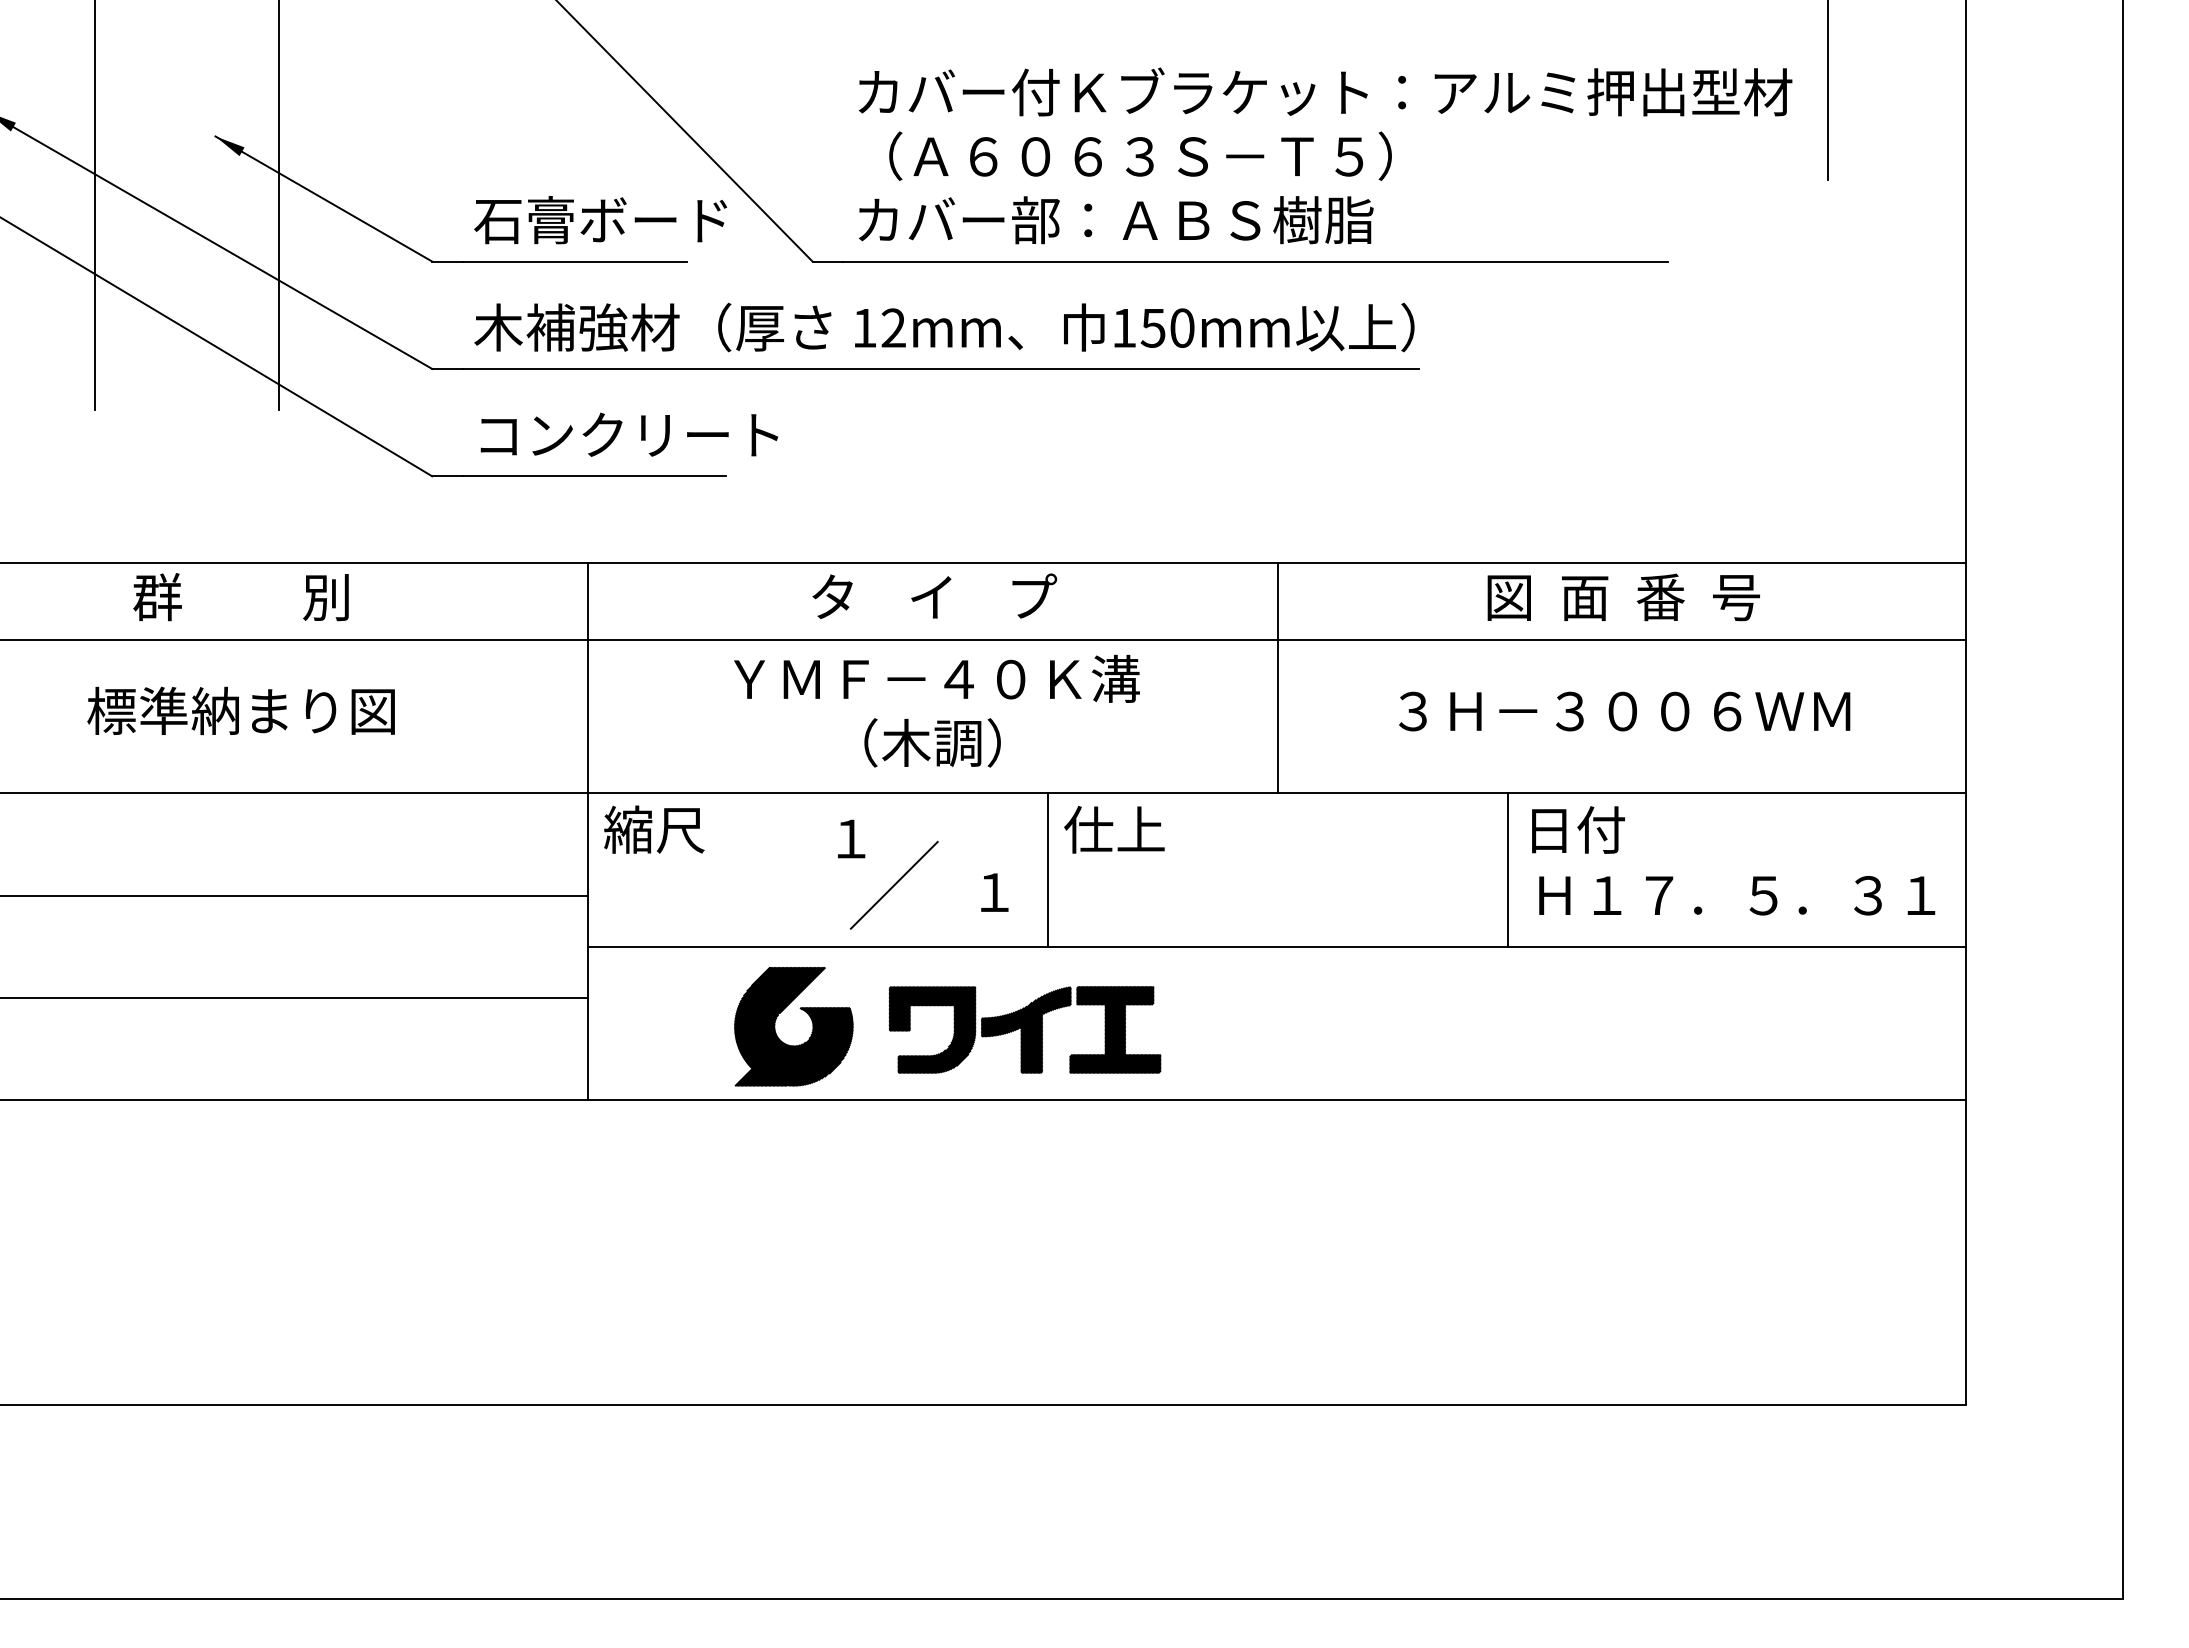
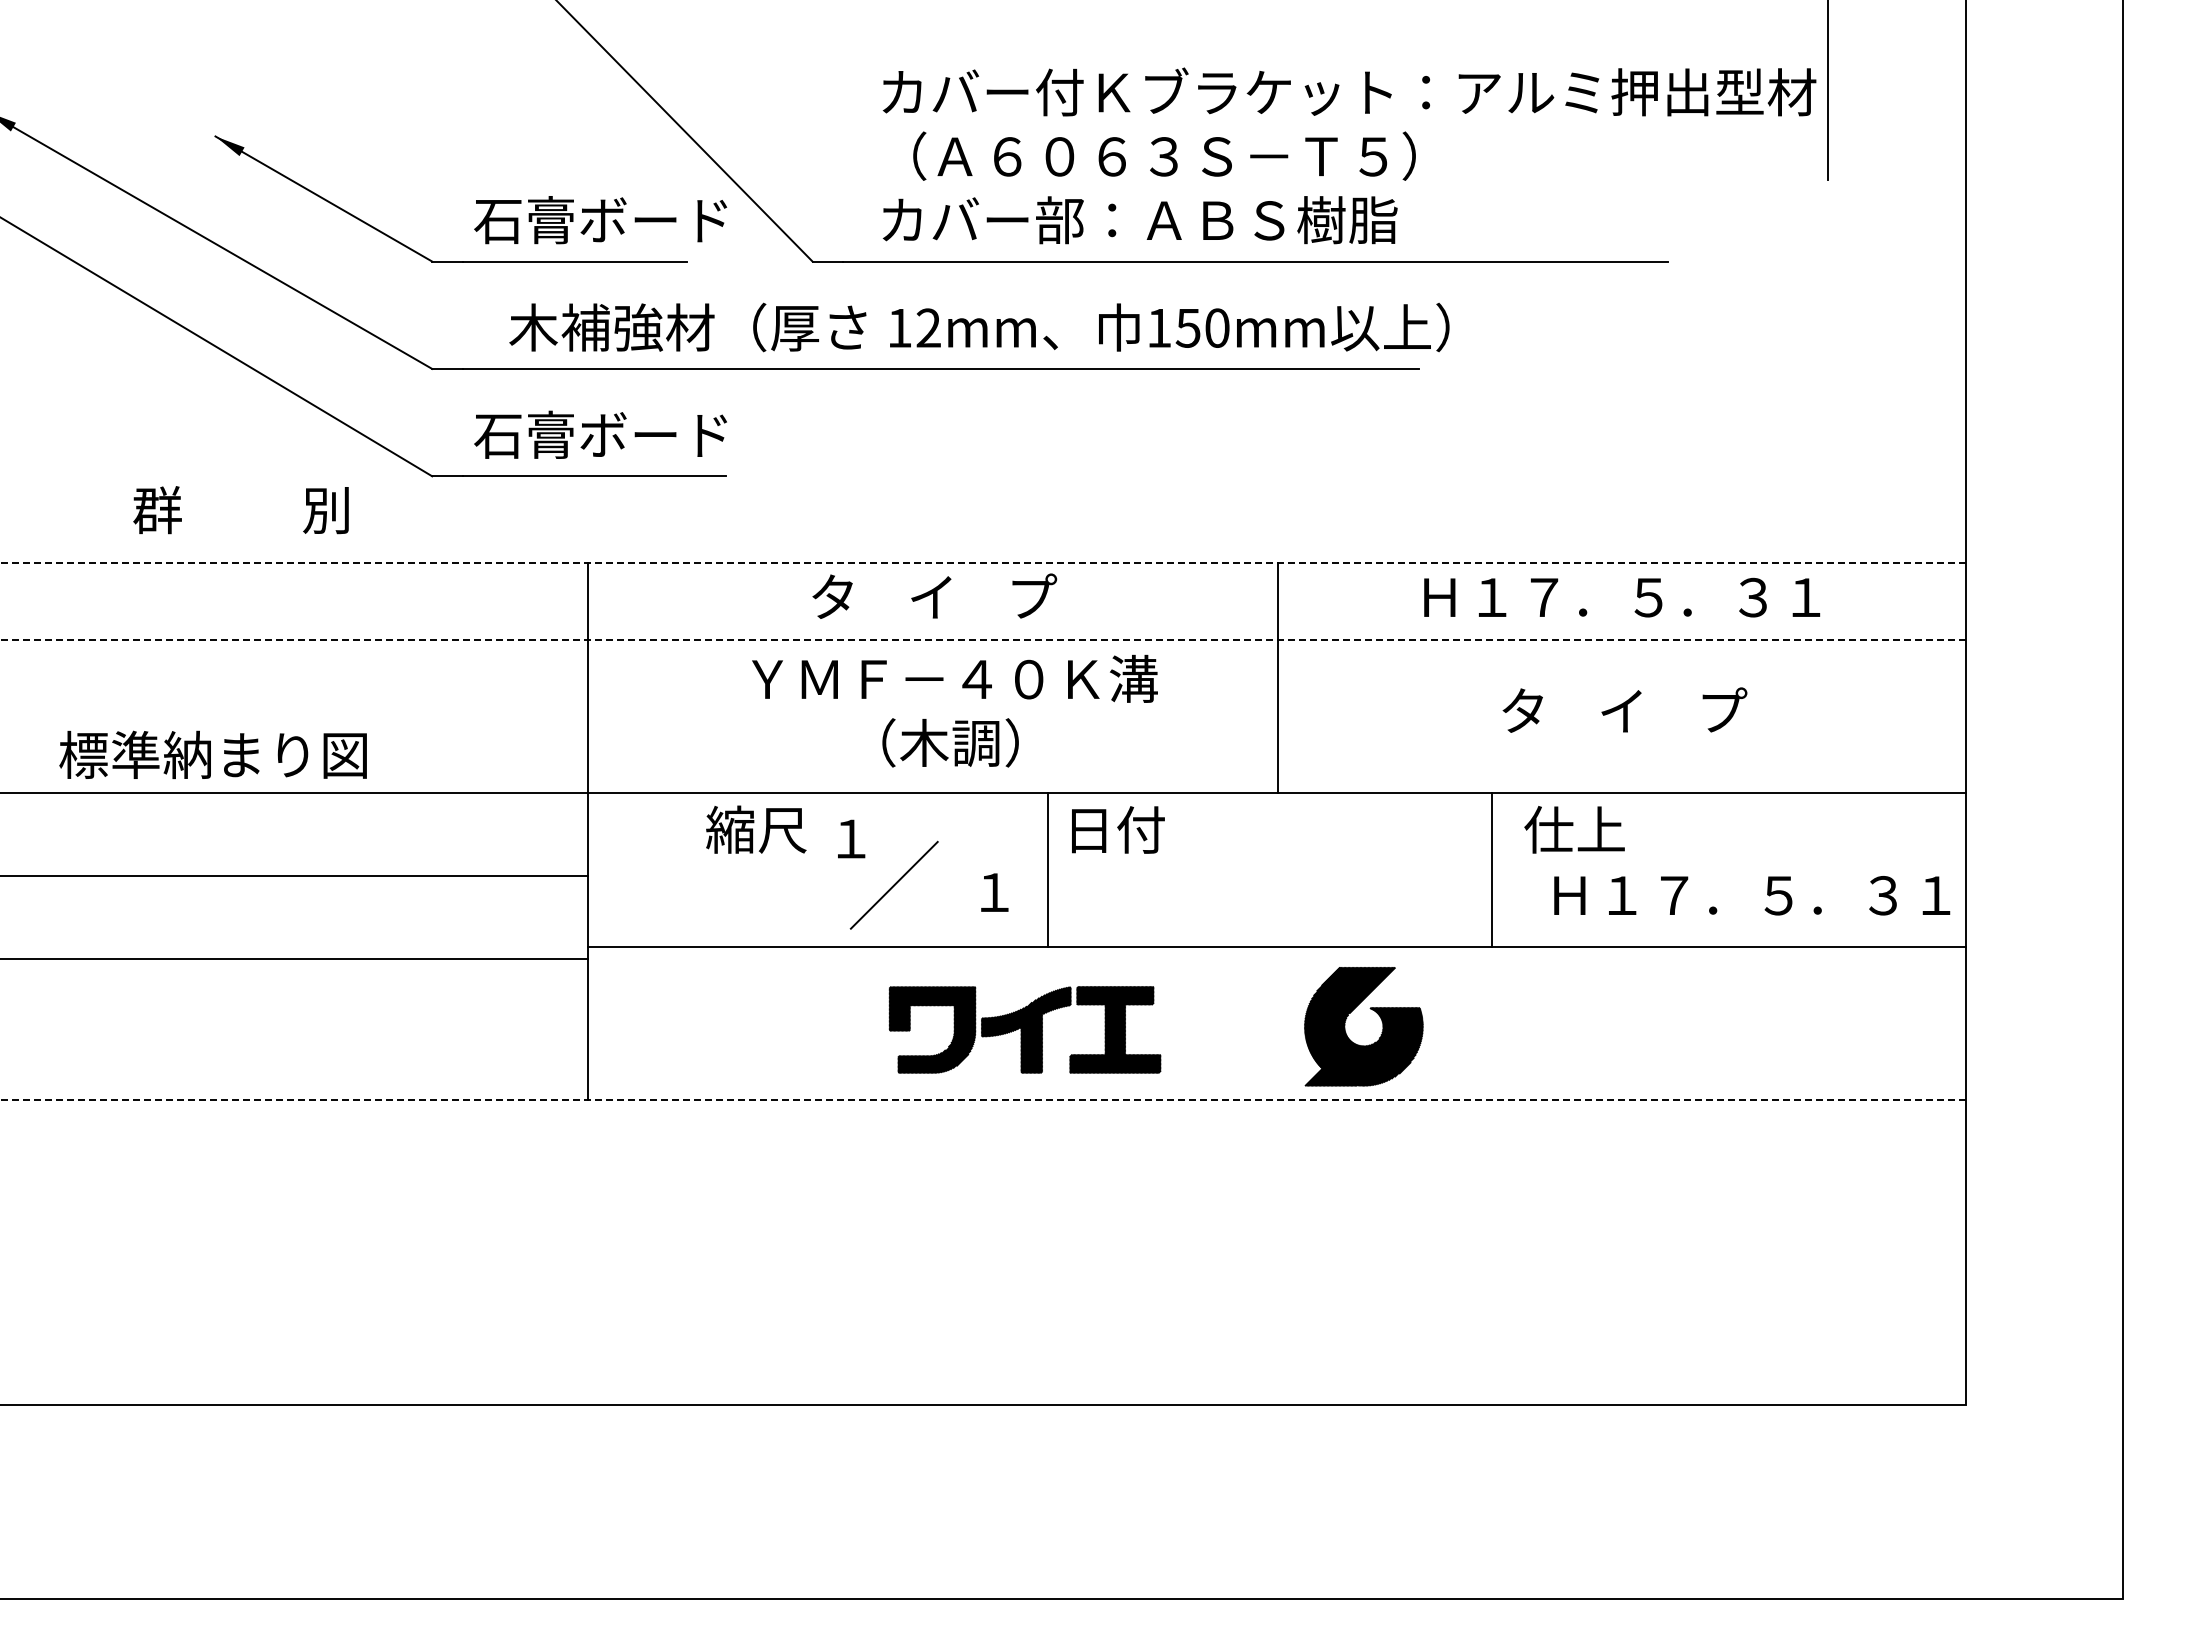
text at (1325, 155) position: (1325, 155) -> (1349, 155)
line at (94, 205): present -> none
line at (278, 205): present -> none
text at (944, 327) position: (944, 327) -> (979, 327)
text at (626, 434): コンクリート -> 石膏ボード
line at (983, 563): solid -> dashed
text at (240, 597) position: (240, 597) -> (240, 510)
text at (1622, 597): 図  面  番  号 -> Ｈ１７．５．３１
line at (983, 639): solid -> dashed
text at (1624, 709): ３Ｈ－３００６ＷＭ -> タ    イ    プ
text at (240, 710) position: (240, 710) -> (212, 754)
text at (936, 710) position: (936, 710) -> (954, 710)
text at (654, 829) position: (654, 829) -> (756, 829)
text at (1114, 829): 仕上 -> 日付
text at (1574, 829): 日付 -> 仕上
line at (1507, 869) position: (1507, 869) -> (1491, 869)
line at (294, 895) position: (294, 895) -> (294, 875)
text at (1737, 895) position: (1737, 895) -> (1752, 895)
line at (294, 997) position: (294, 997) -> (294, 958)
part at (777, 1018) position: (777, 1018) -> (1347, 1018)
line at (983, 1100): solid -> dashed
